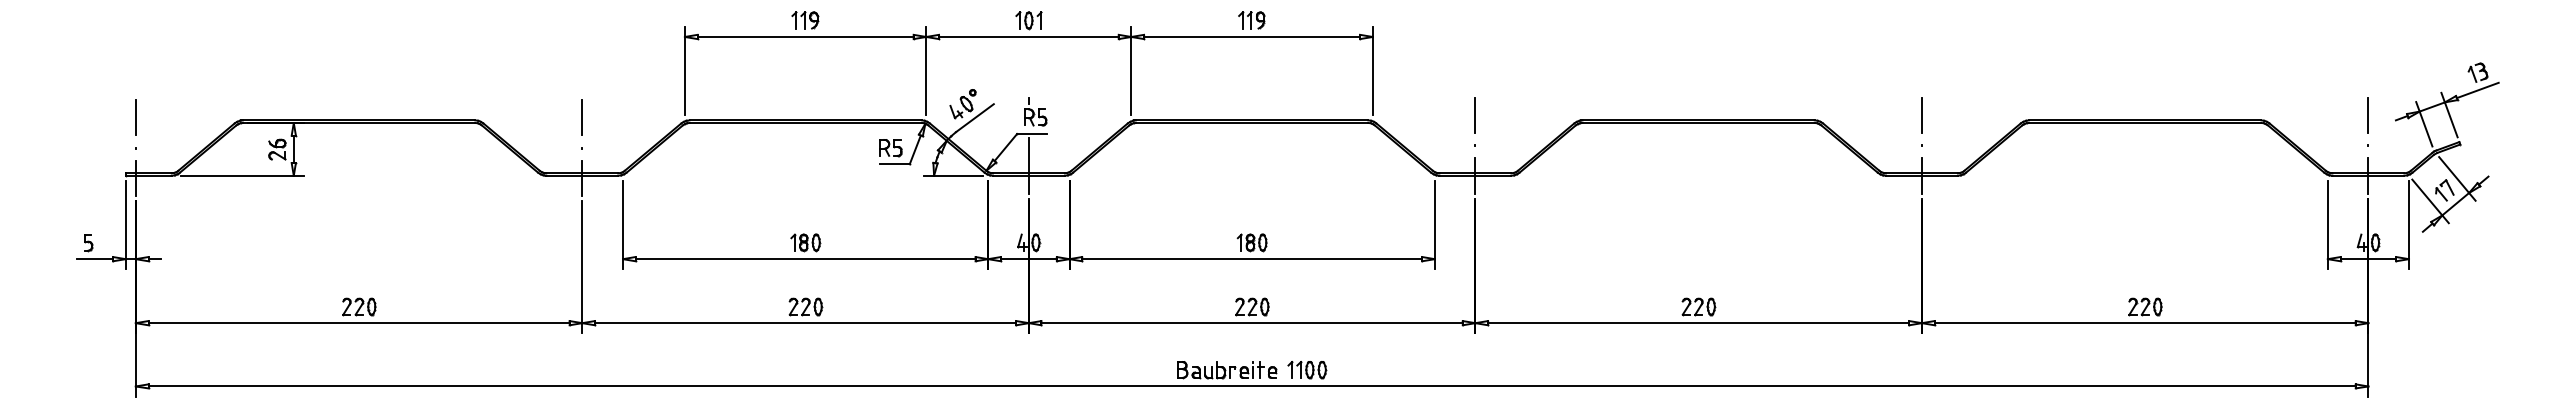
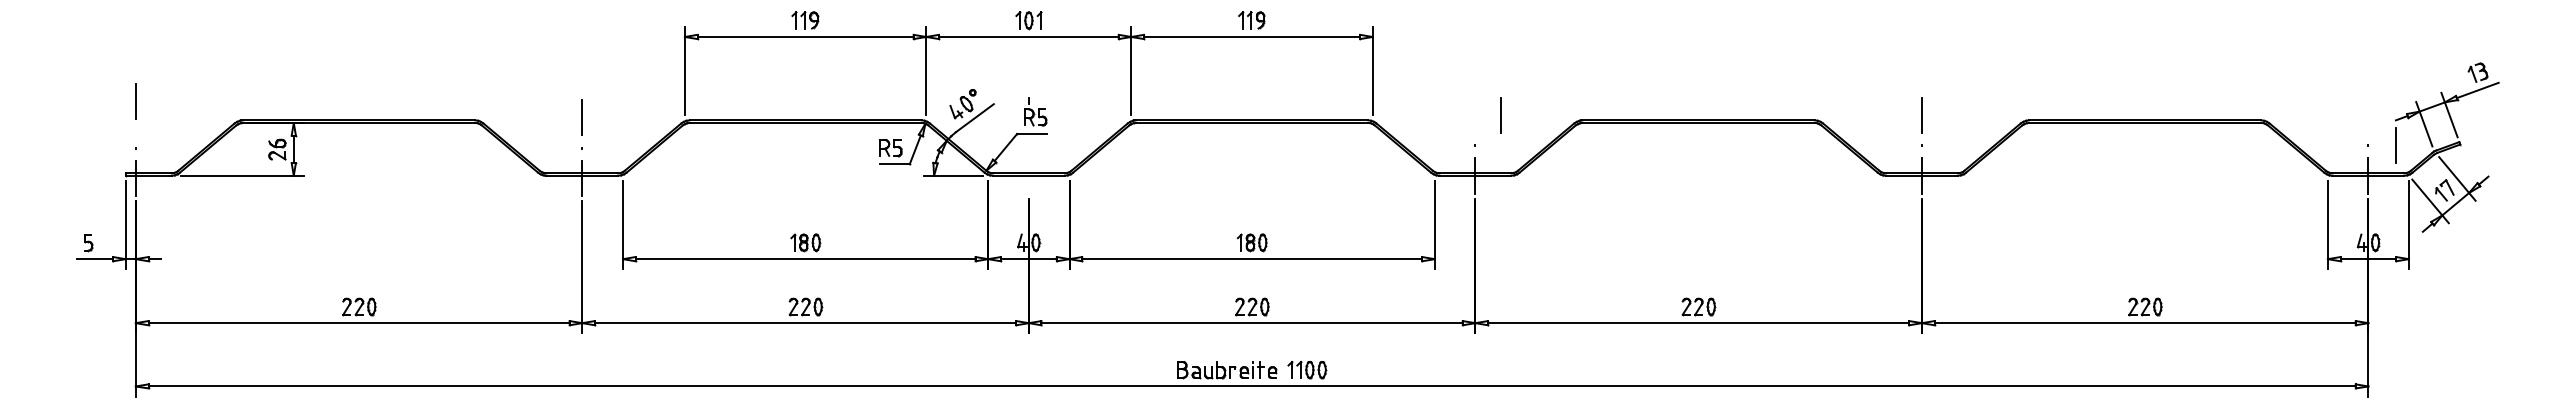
line at (1474, 115) position: (1474, 115) -> (1500, 115)
line at (2367, 115) position: (2367, 115) -> (2395, 145)
line at (135, 117) position: (135, 117) -> (135, 101)
line at (1028, 165): present -> none
